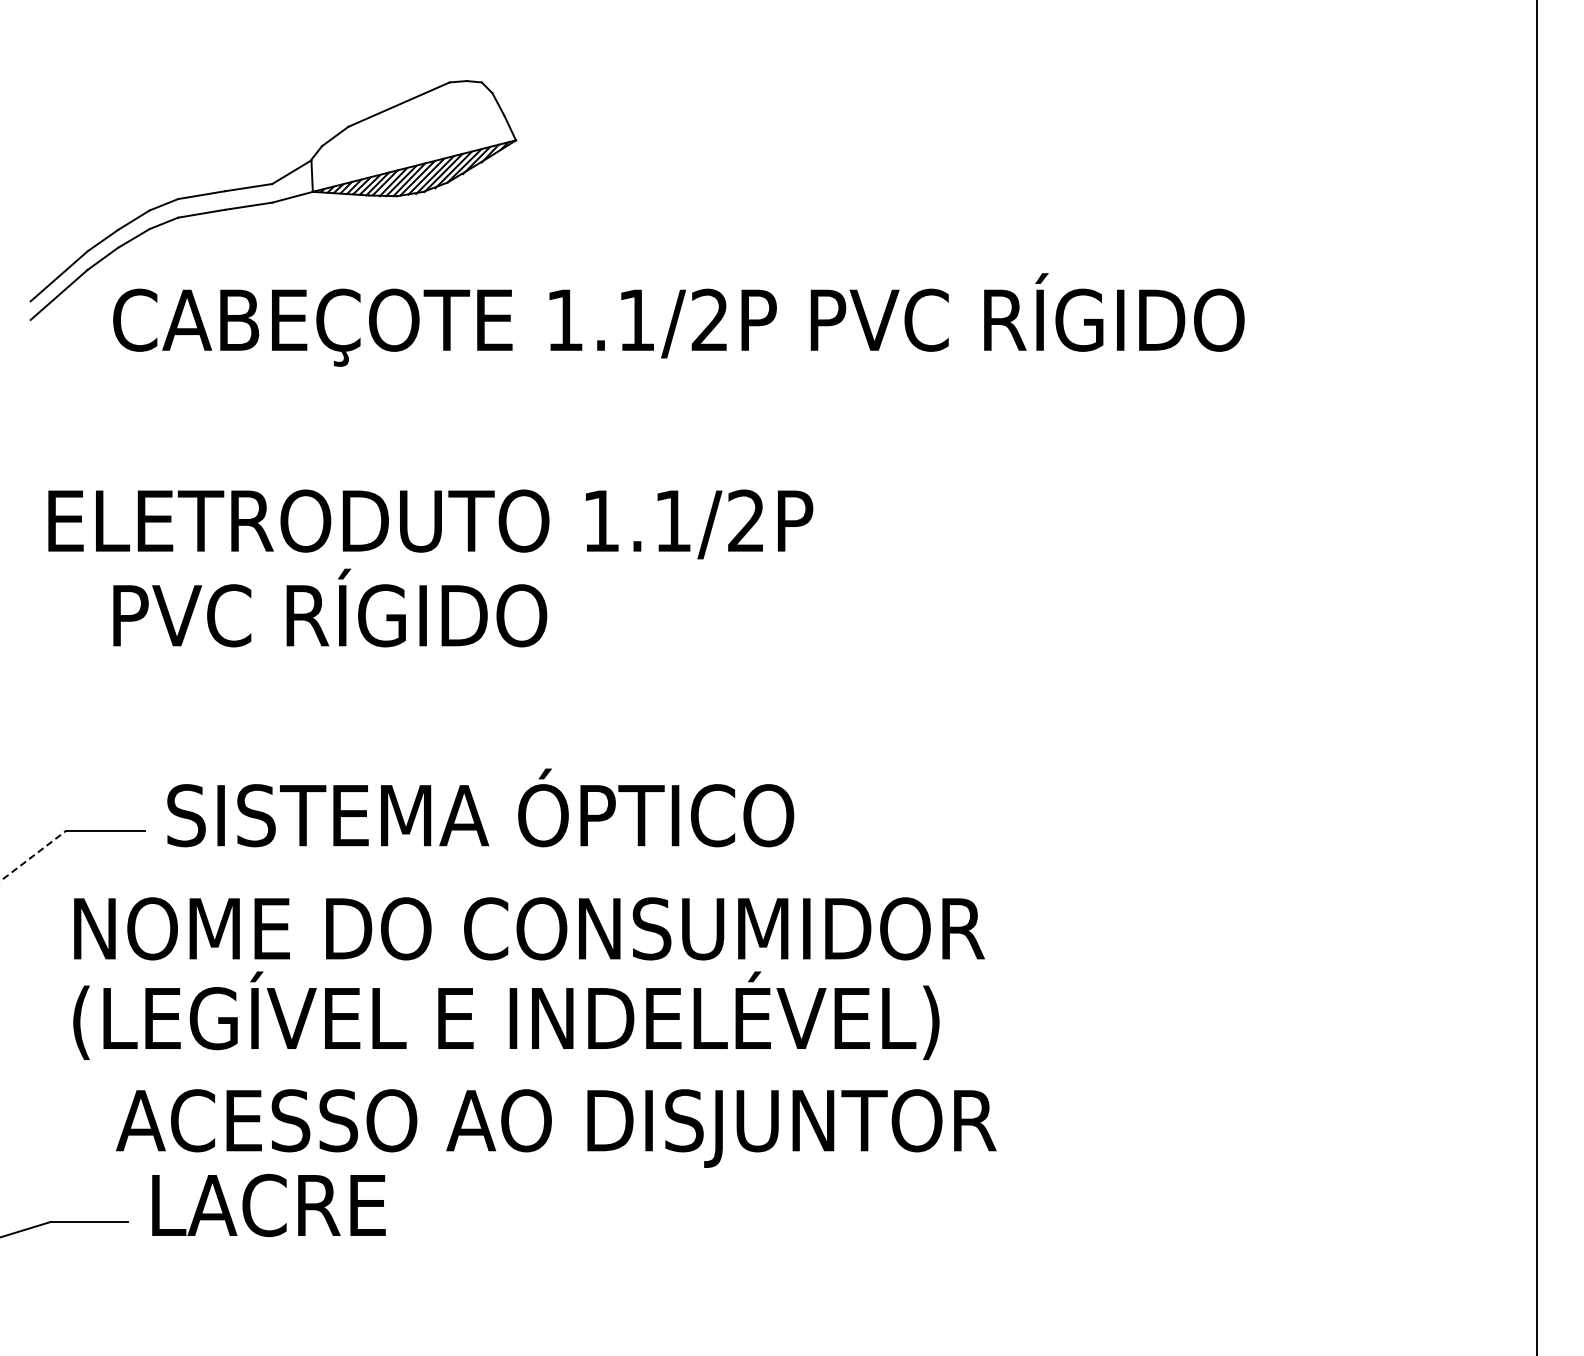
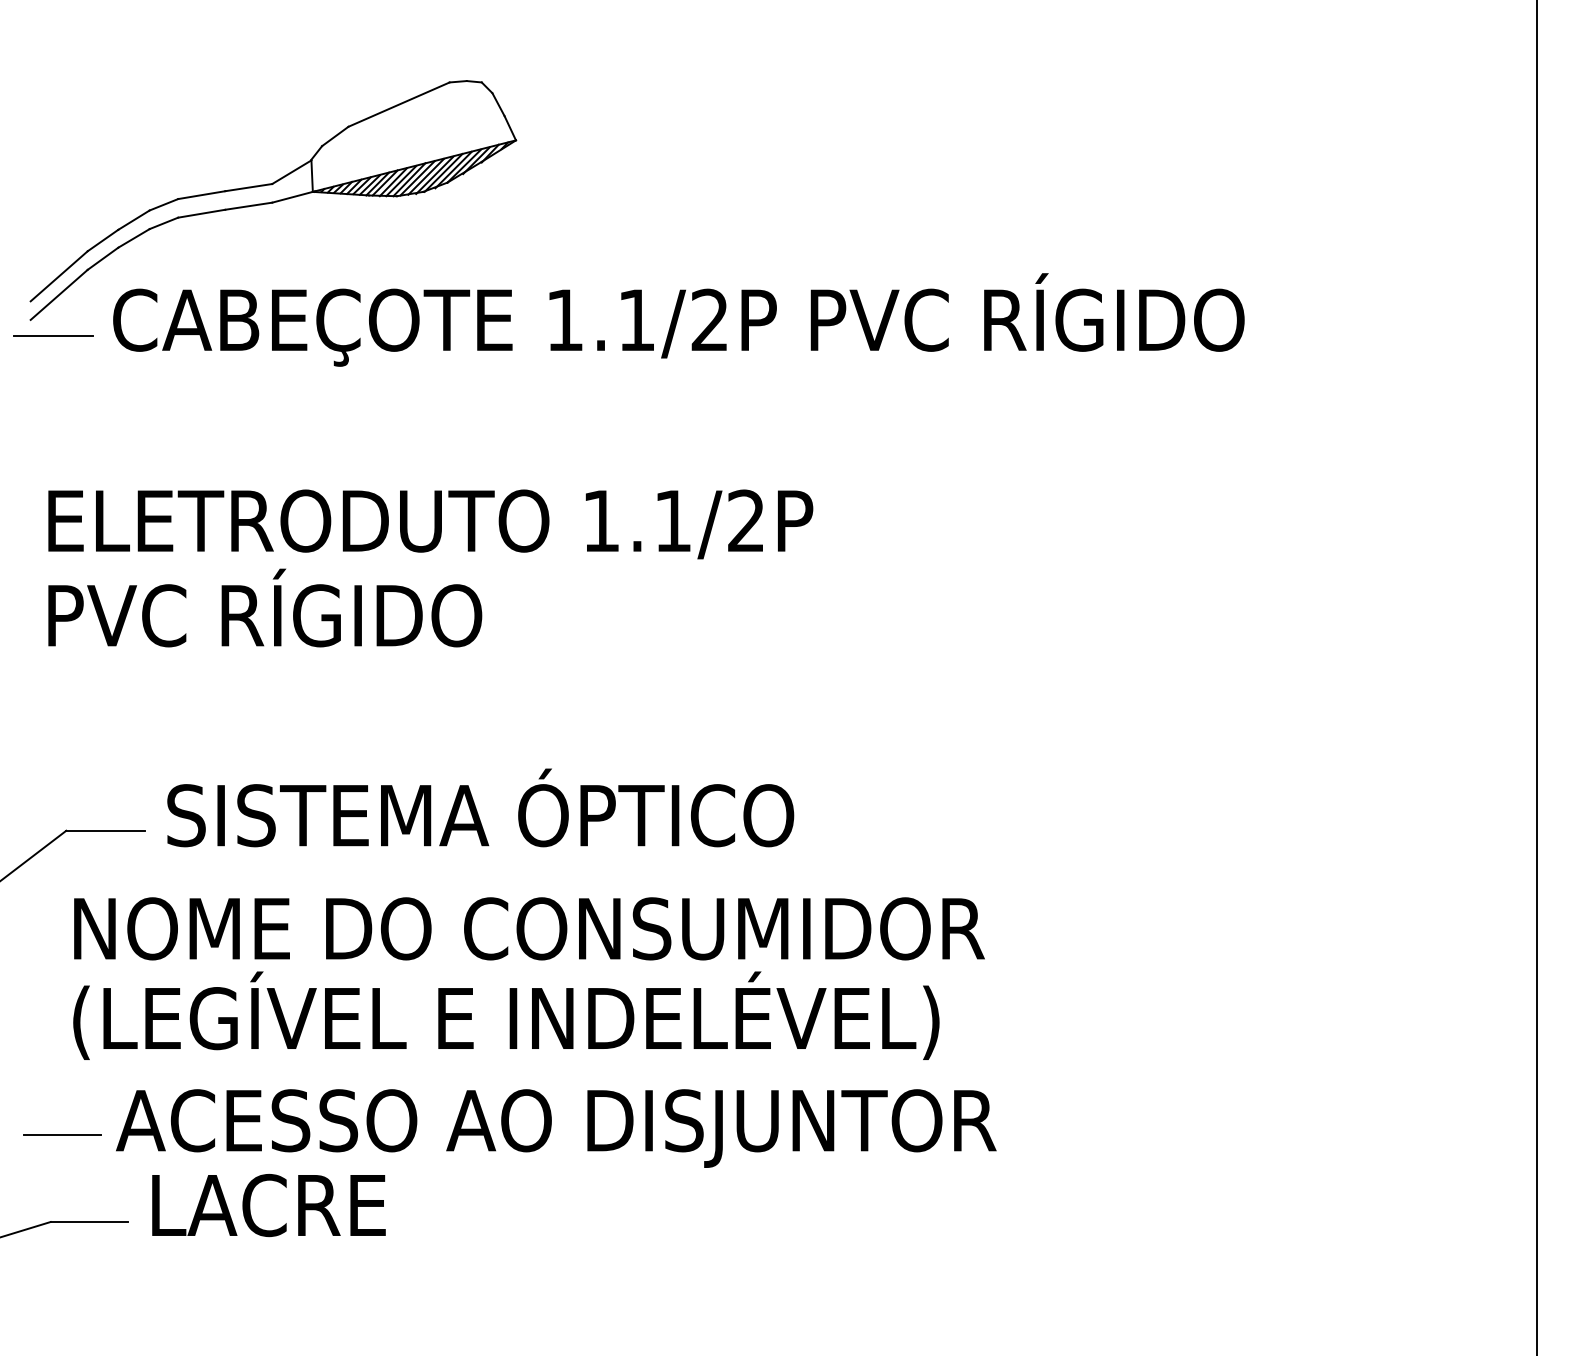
line at (53, 336): none -> present
text at (330, 607) position: (330, 607) -> (265, 607)
line at (33, 855): dashed -> solid
line at (62, 1134): none -> present
